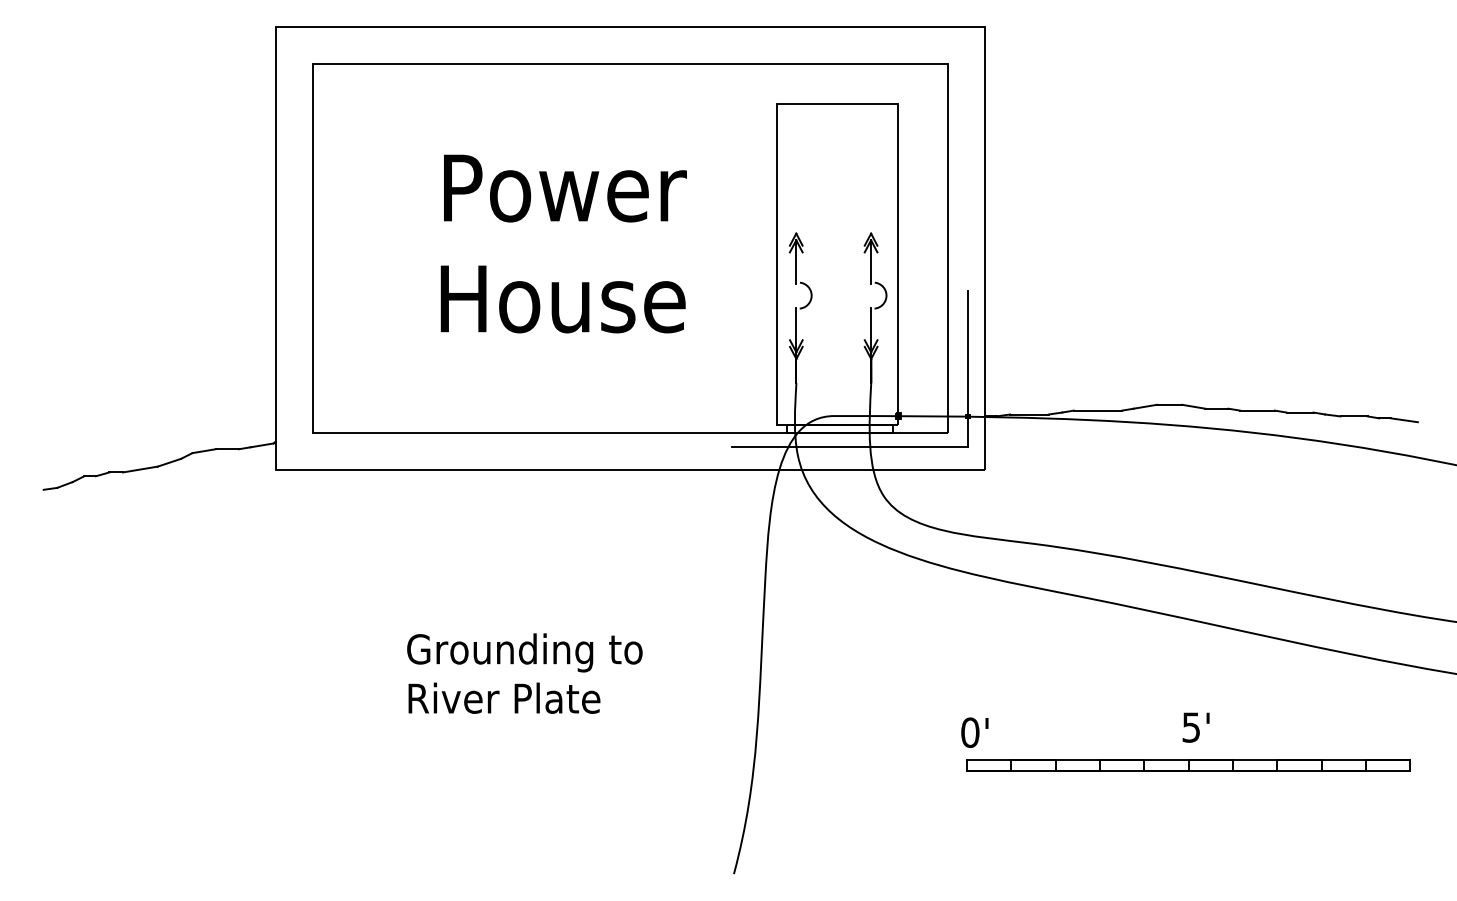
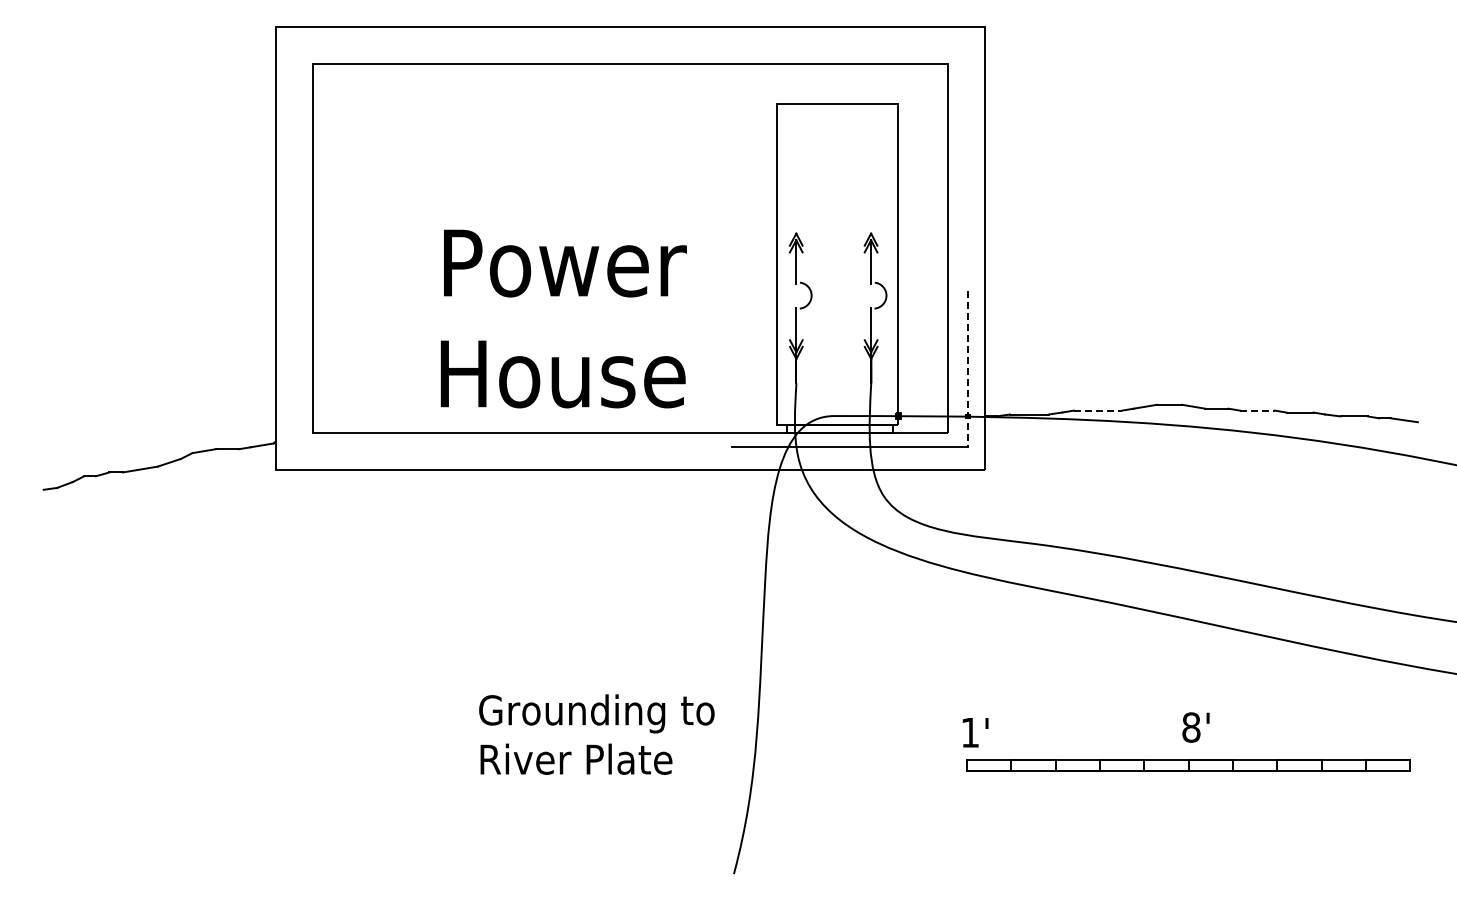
text at (563, 243) position: (563, 243) -> (563, 318)
line at (967, 369): solid -> dashed
line at (1098, 410): solid -> dashed
line at (1257, 410): solid -> dashed
text at (524, 673) position: (524, 673) -> (596, 734)
text at (1191, 727): 5' -> 8'
text at (970, 732): 0' -> 1'
